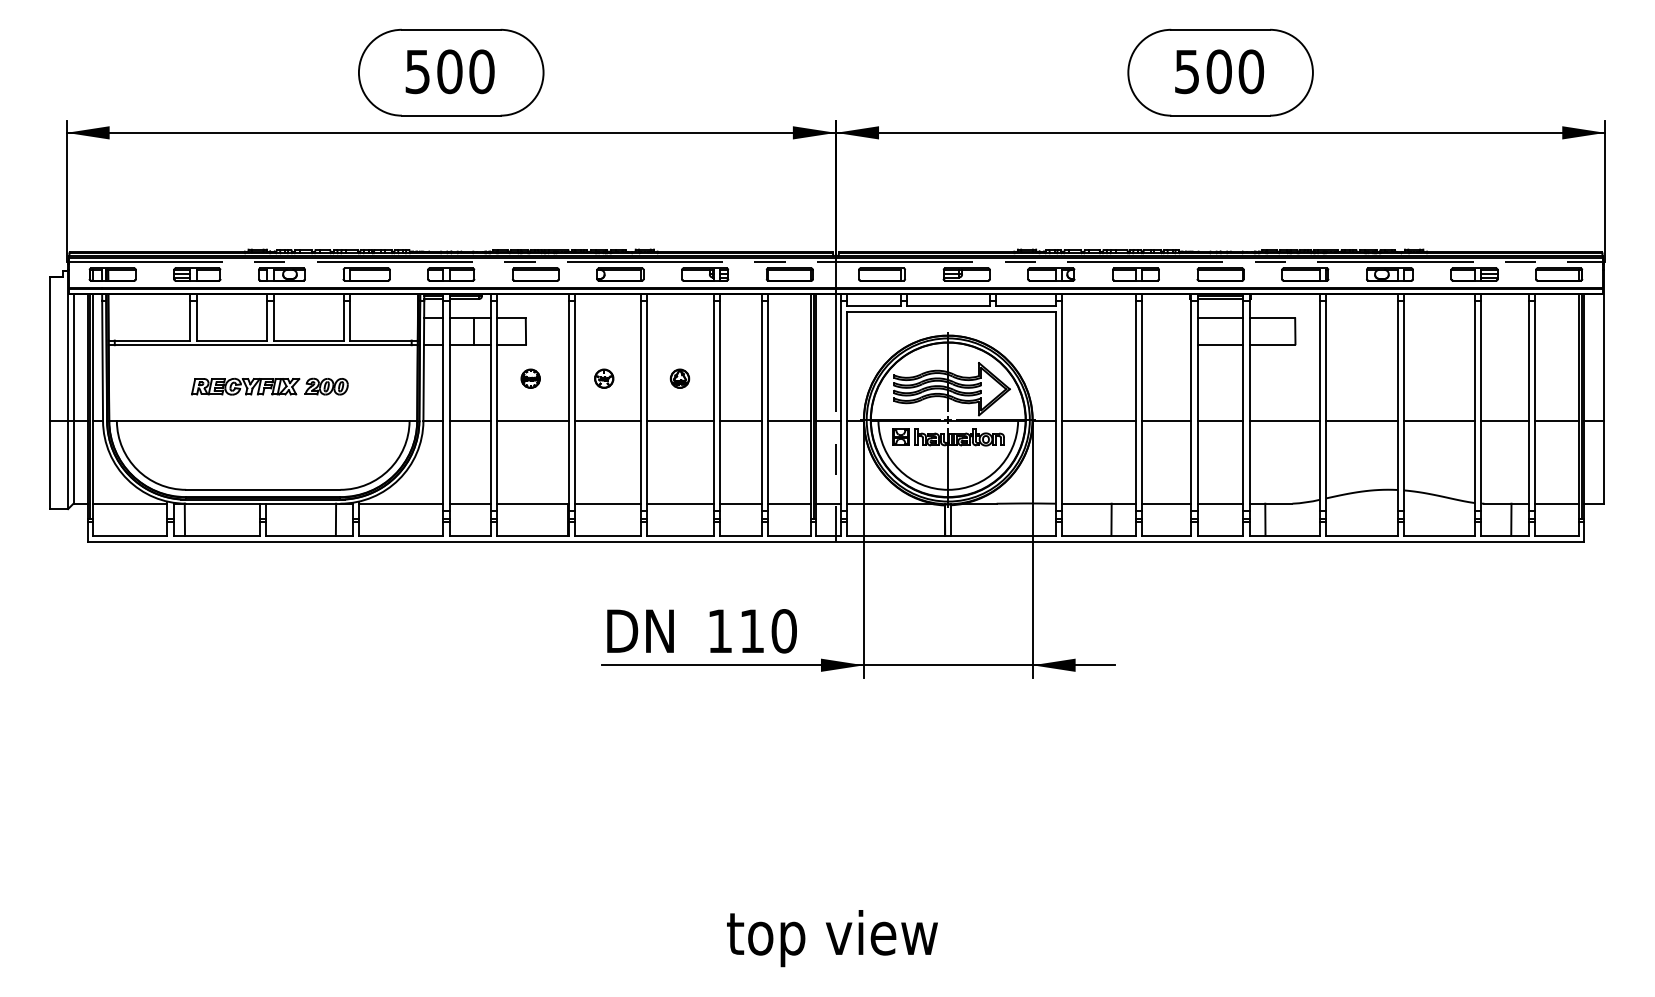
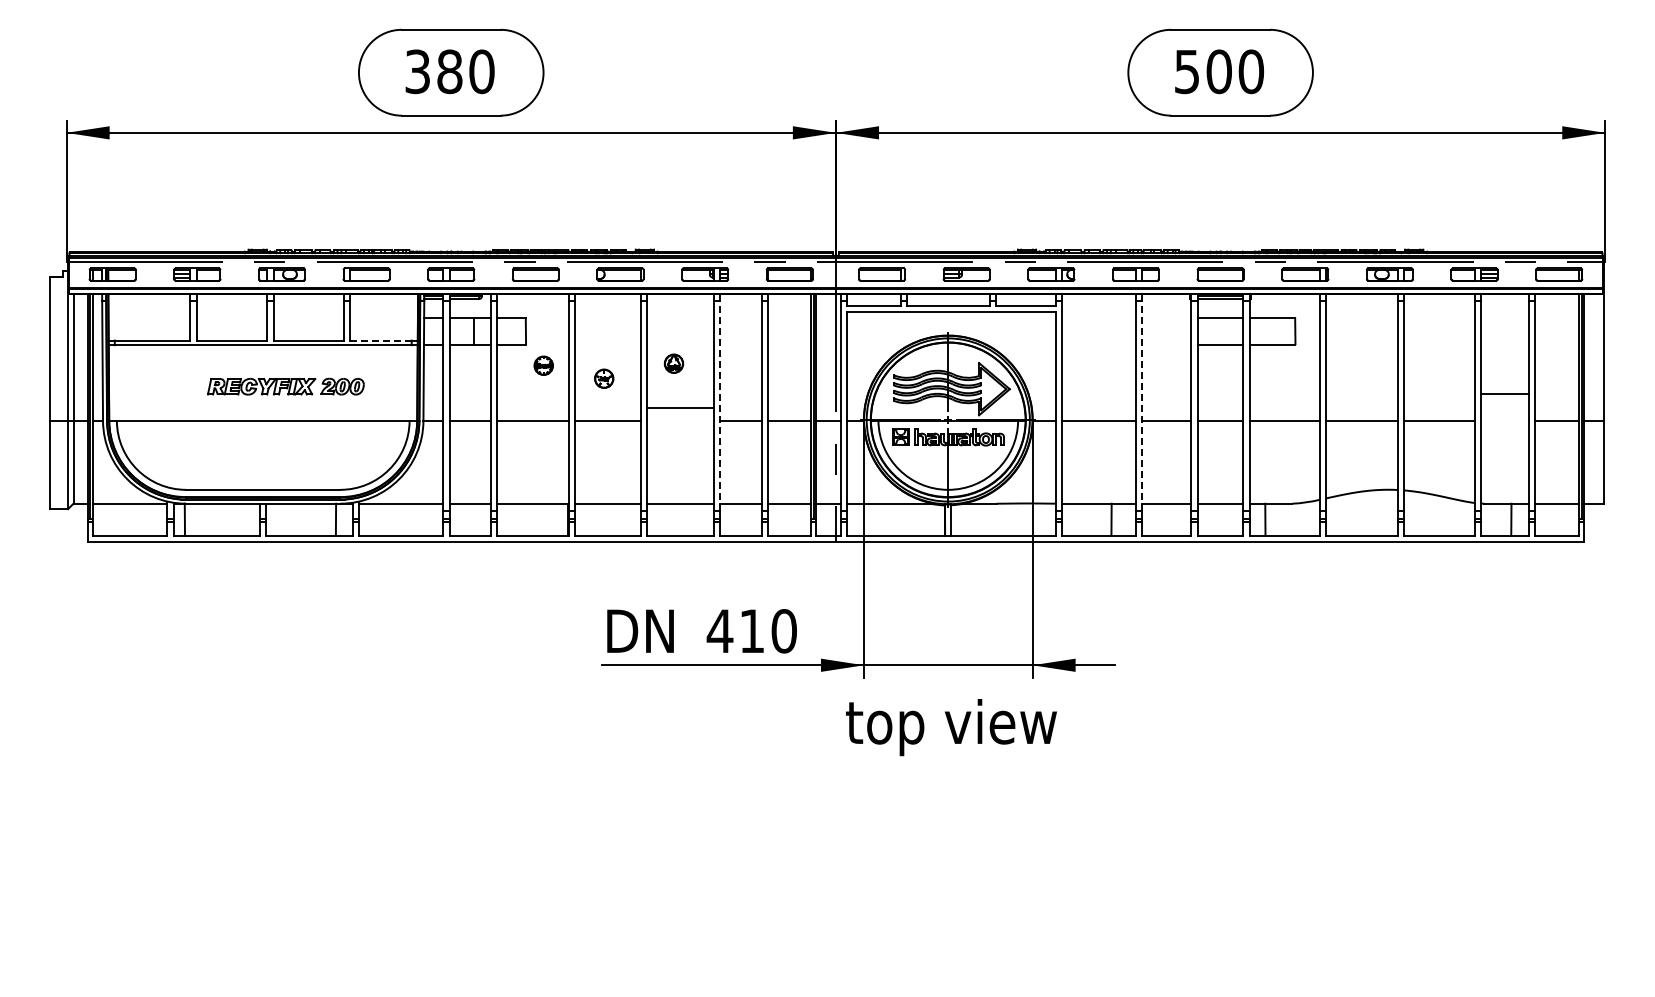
text at (434, 71): 500 -> 380
line at (381, 340): solid -> dashed
part at (530, 378) position: (530, 378) -> (543, 365)
part at (679, 378) position: (679, 378) -> (673, 363)
part at (269, 386) position: (269, 386) -> (285, 386)
line at (720, 405): solid -> dashed
line at (1142, 405): solid -> dashed
line at (680, 421) position: (680, 421) -> (680, 408)
line at (1504, 421) position: (1504, 421) -> (1504, 394)
text at (719, 630): 110 -> 410
text at (832, 938) position: (832, 938) -> (951, 727)
